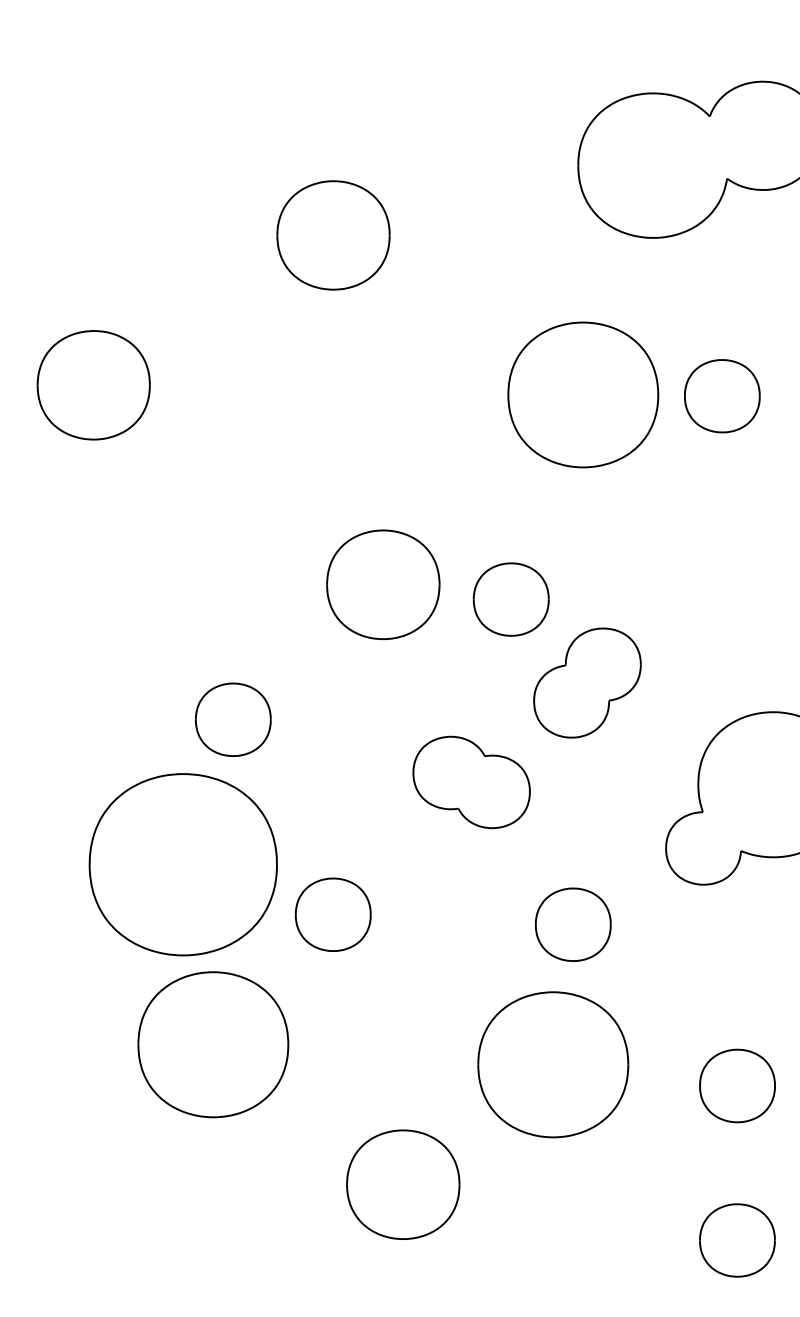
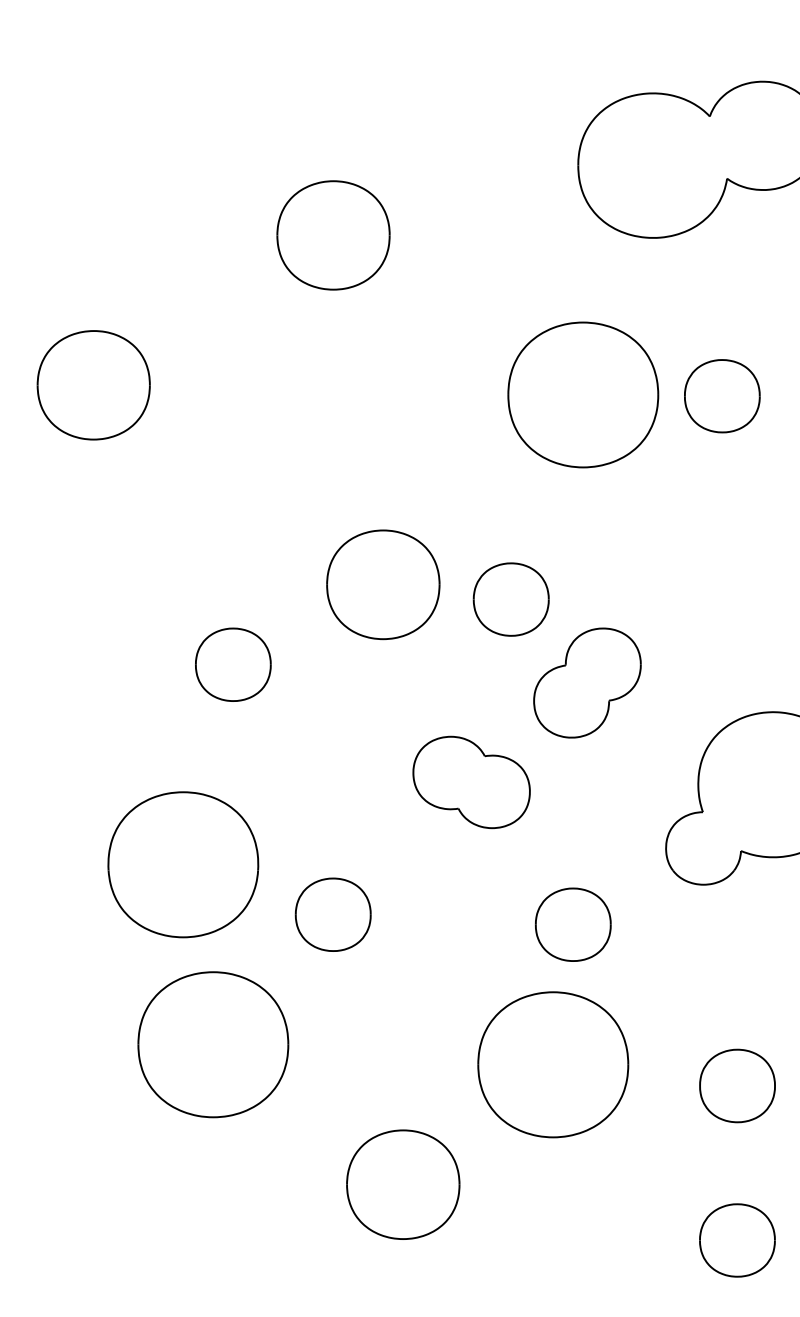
part at (233, 719) position: (233, 719) -> (233, 664)
part at (182, 864) size: 190x184 px -> 153x148 px
